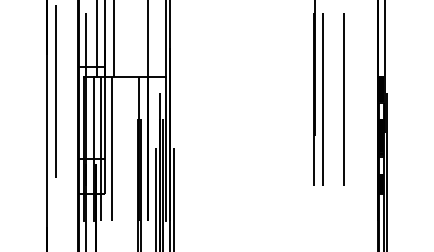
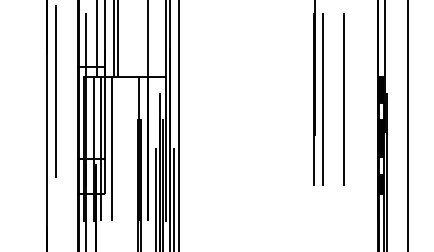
line at (117, 39): none -> present
line at (179, 125): none -> present
line at (408, 125): none -> present
